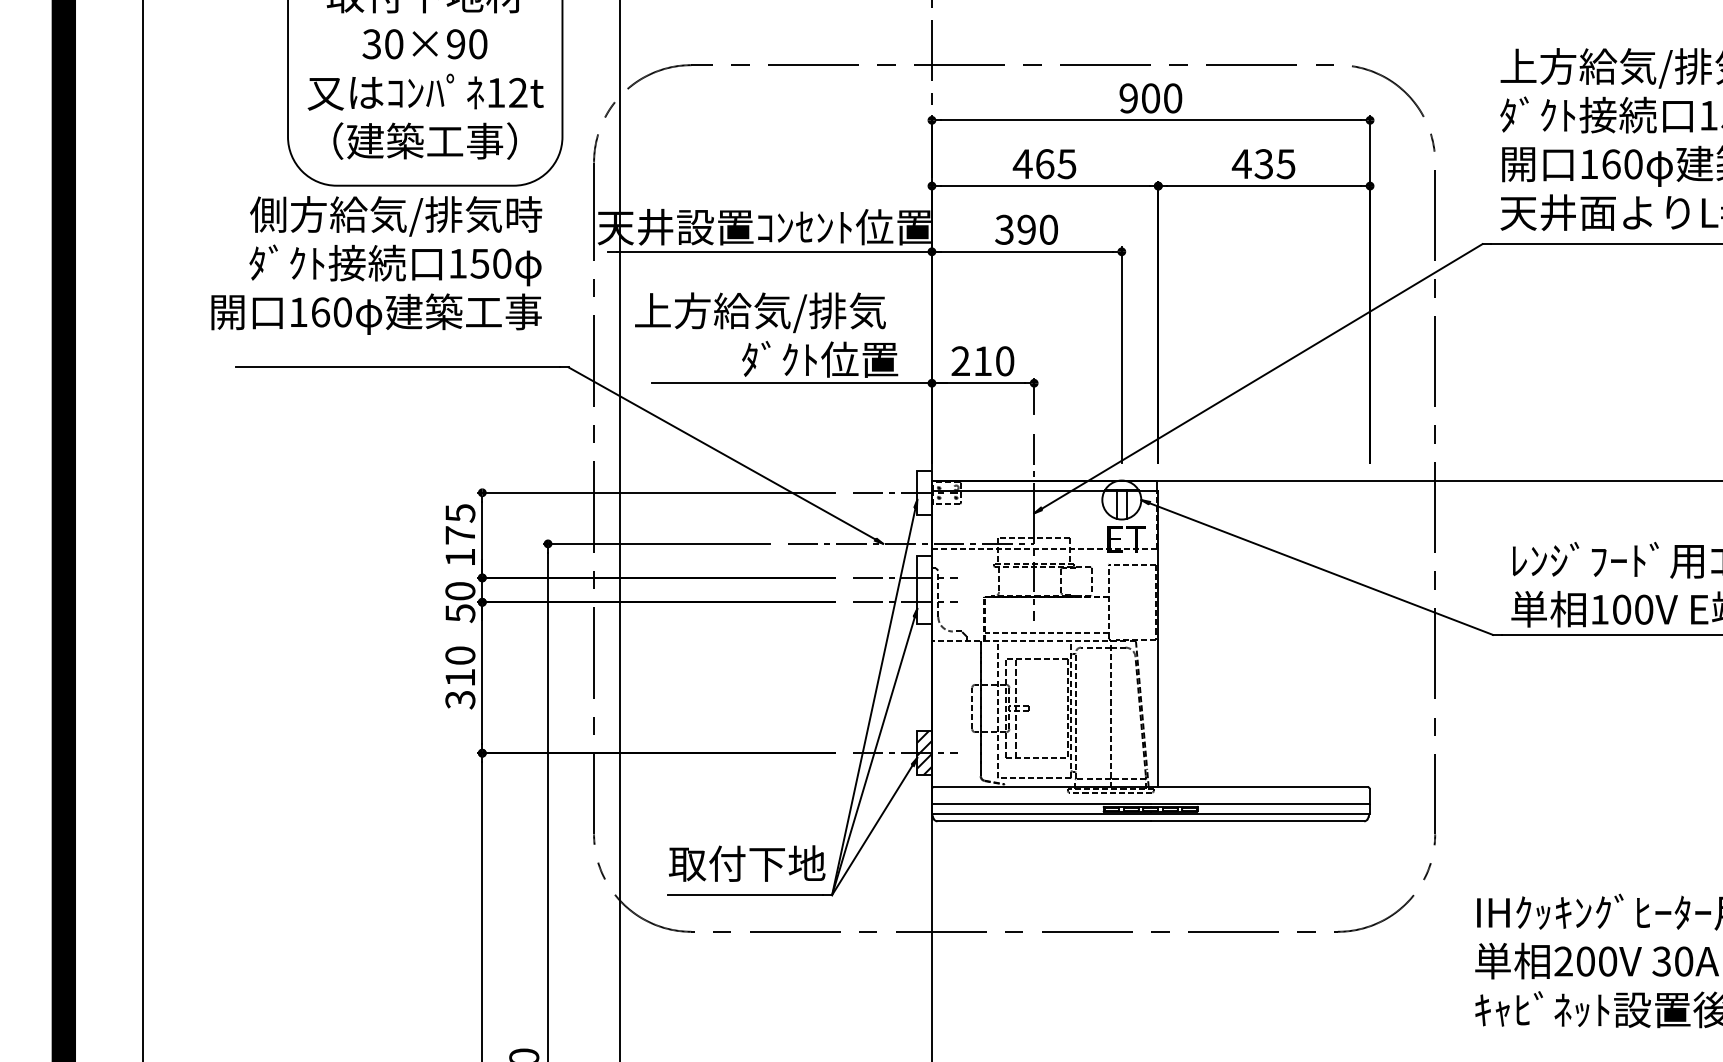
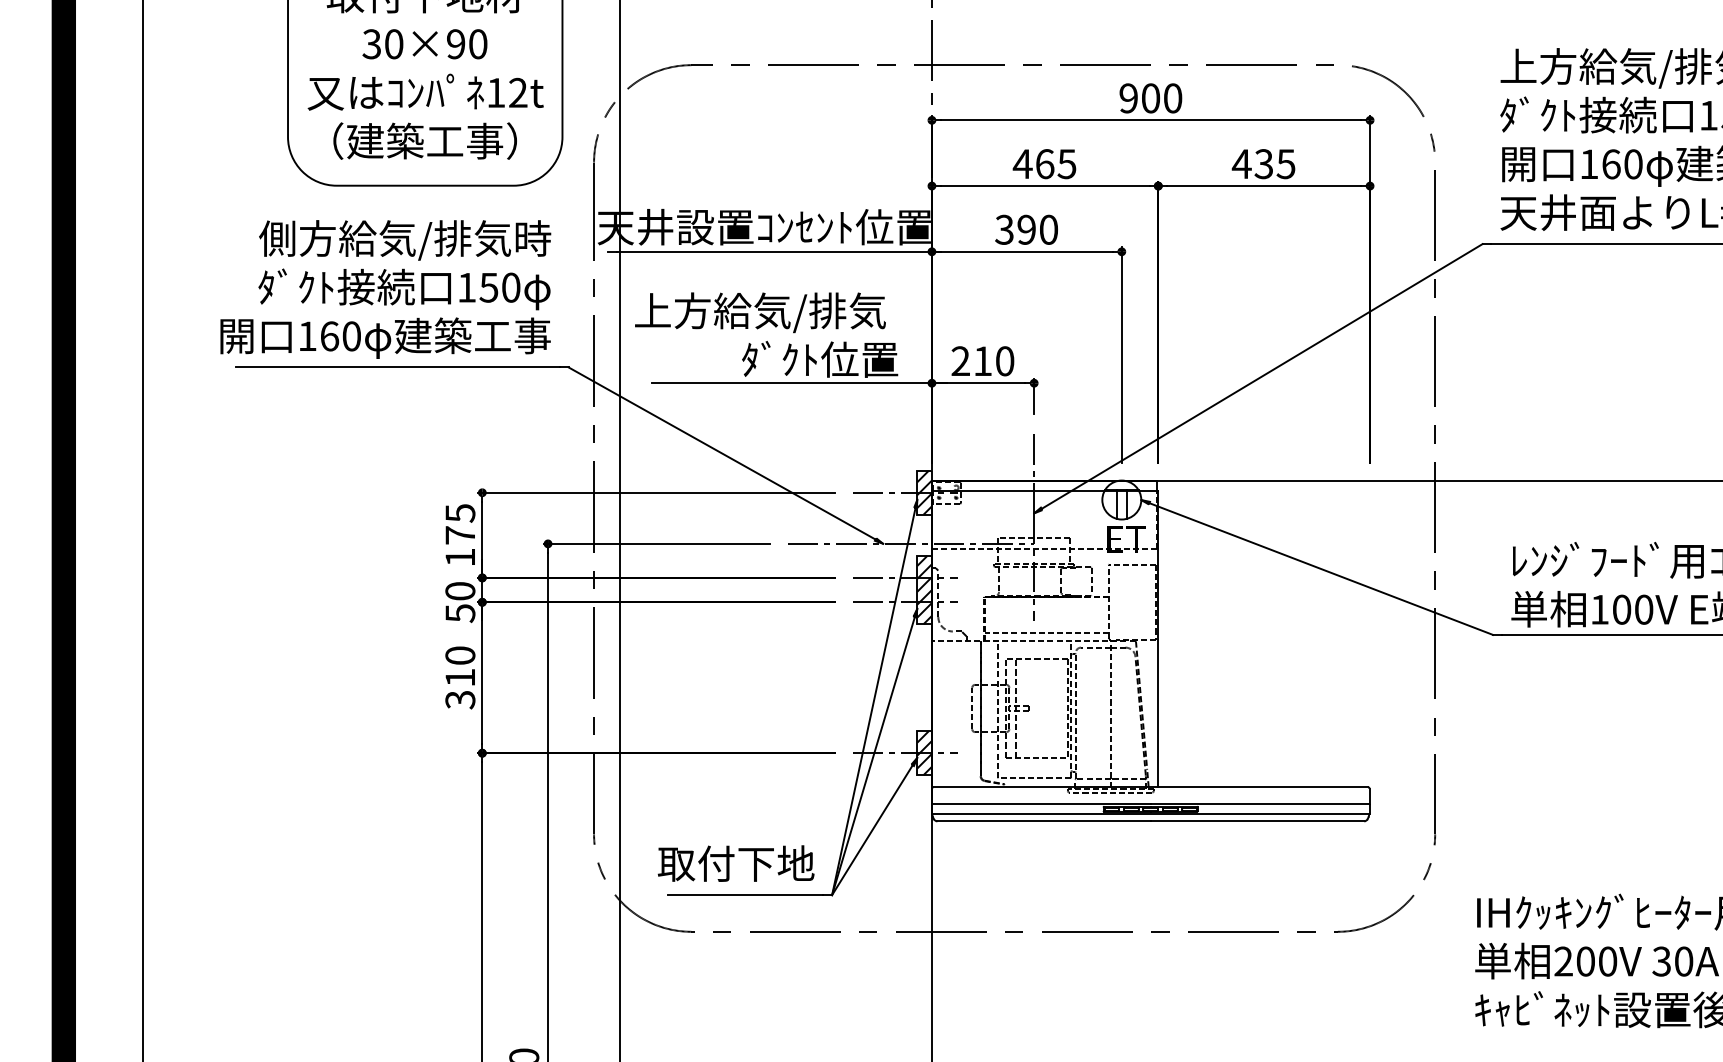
text at (376, 265) position: (376, 265) -> (385, 289)
hatch at (924, 492): none -> present
hatch at (924, 590): none -> present
text at (746, 863) position: (746, 863) -> (735, 863)
